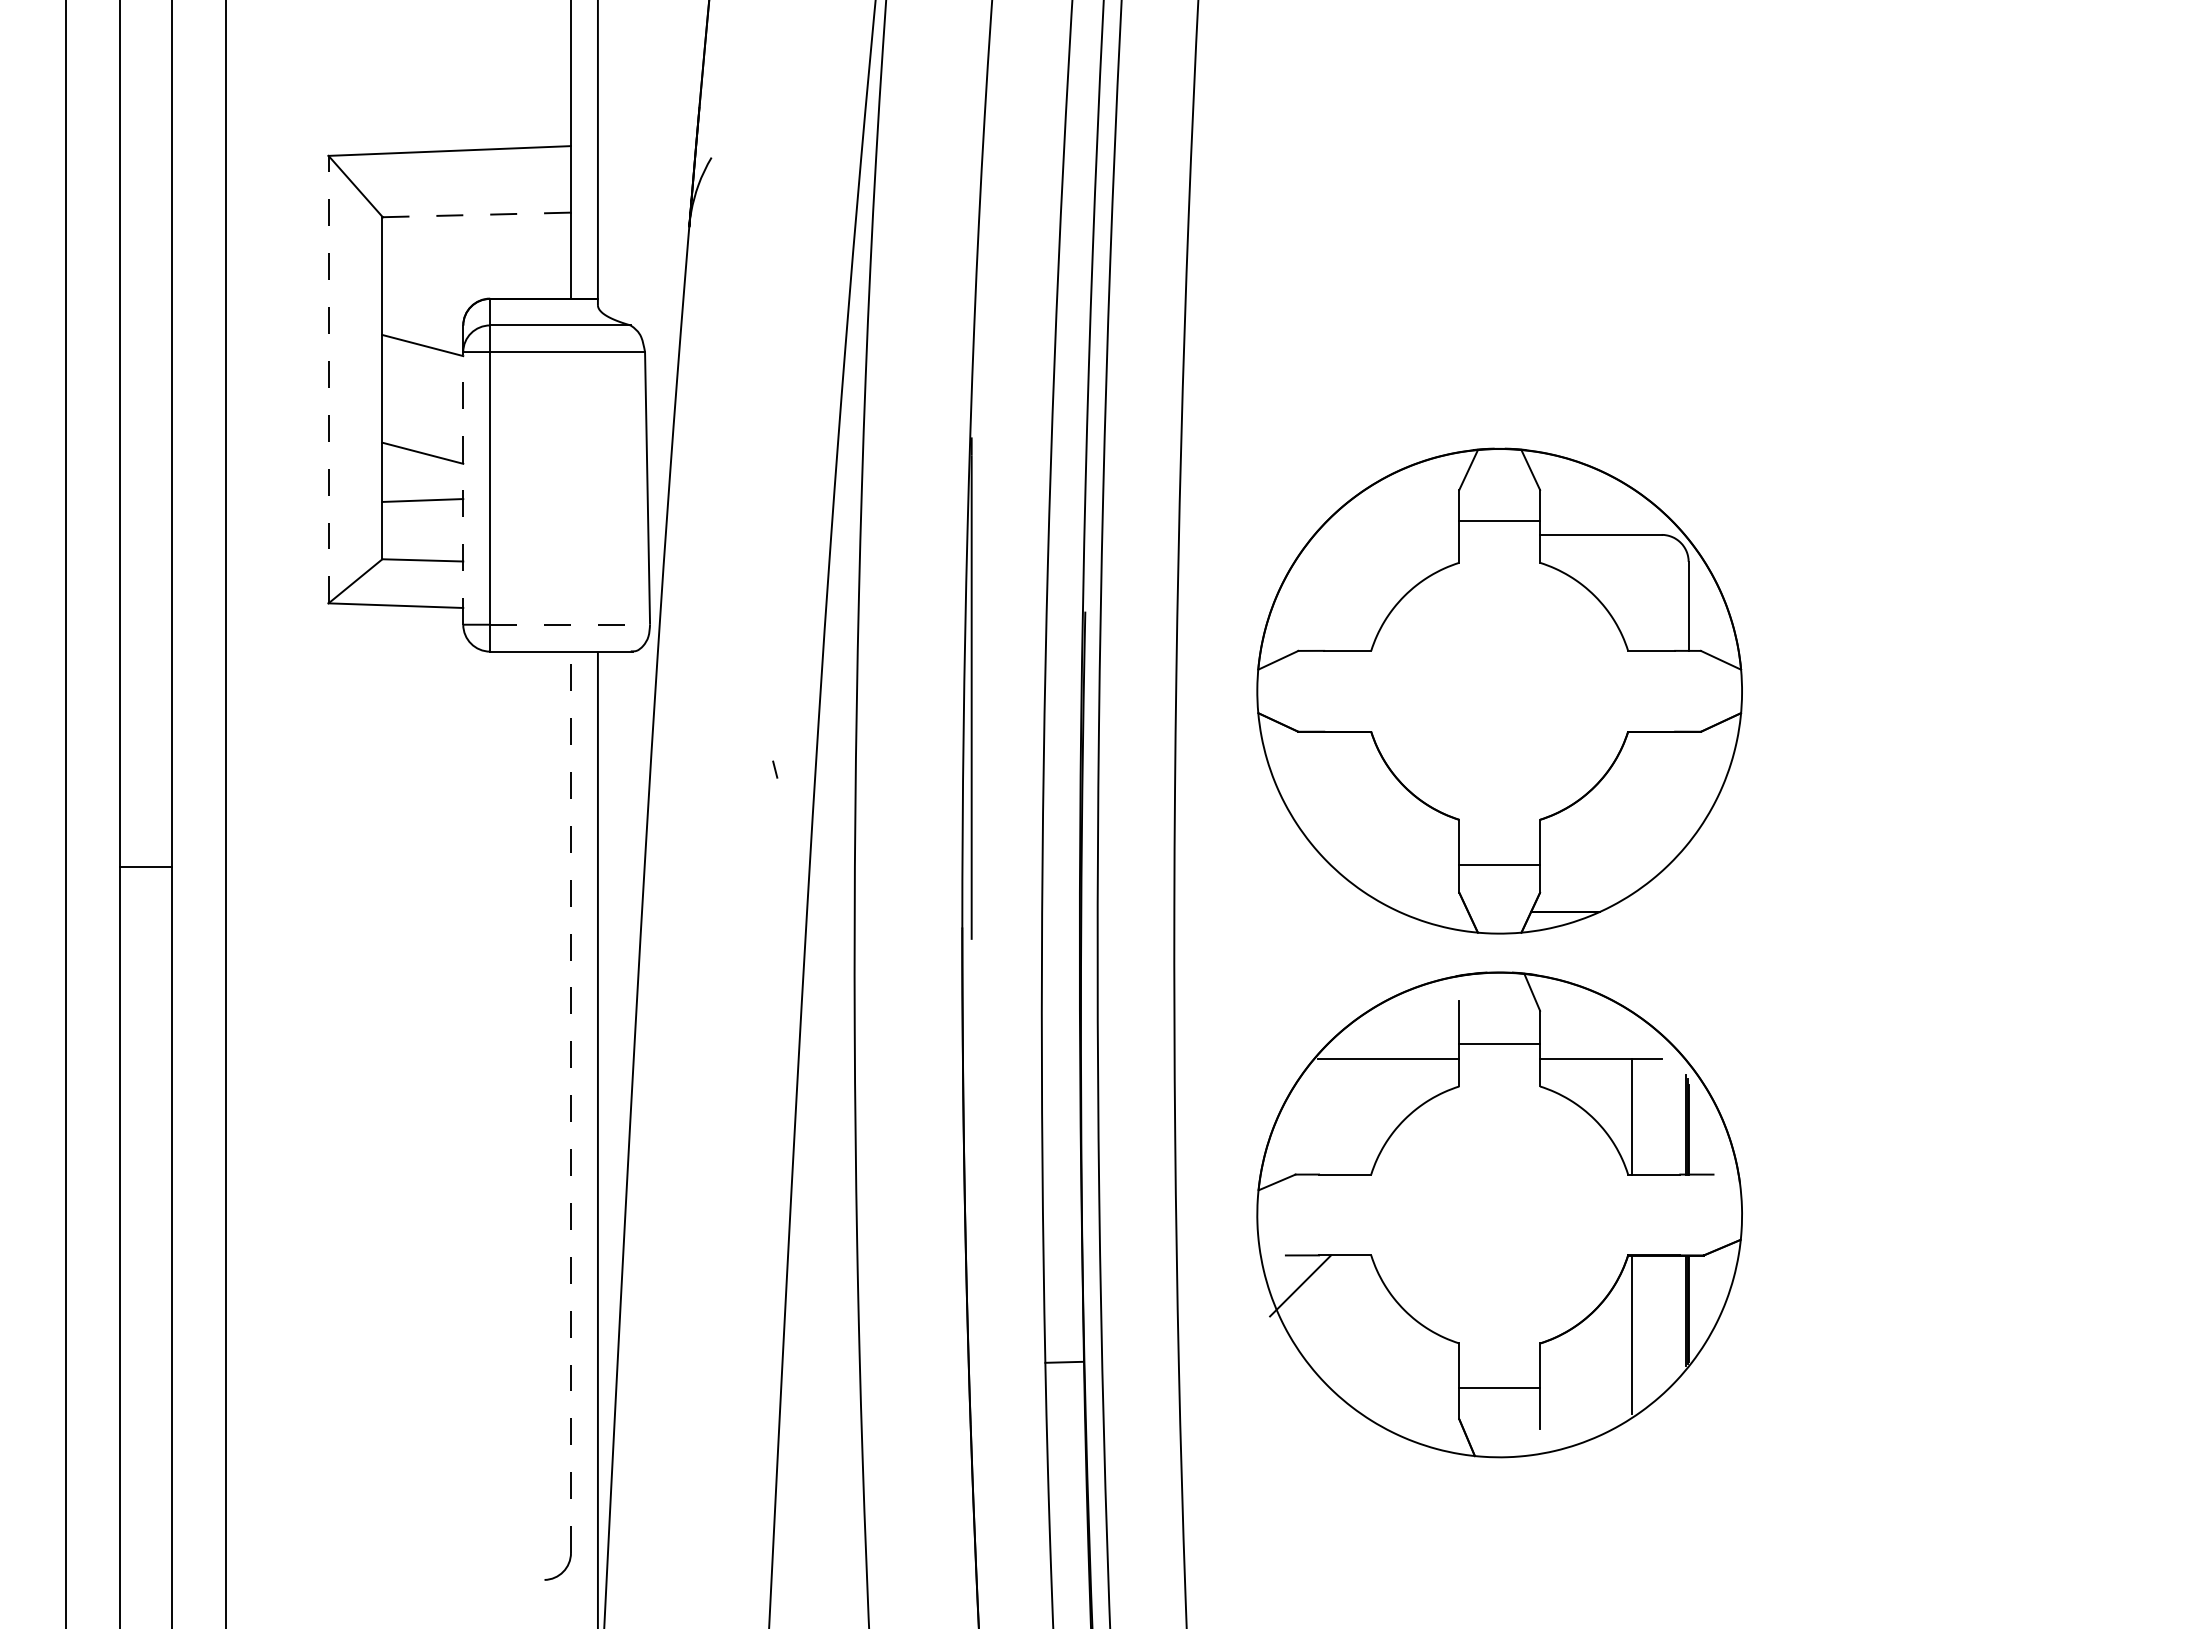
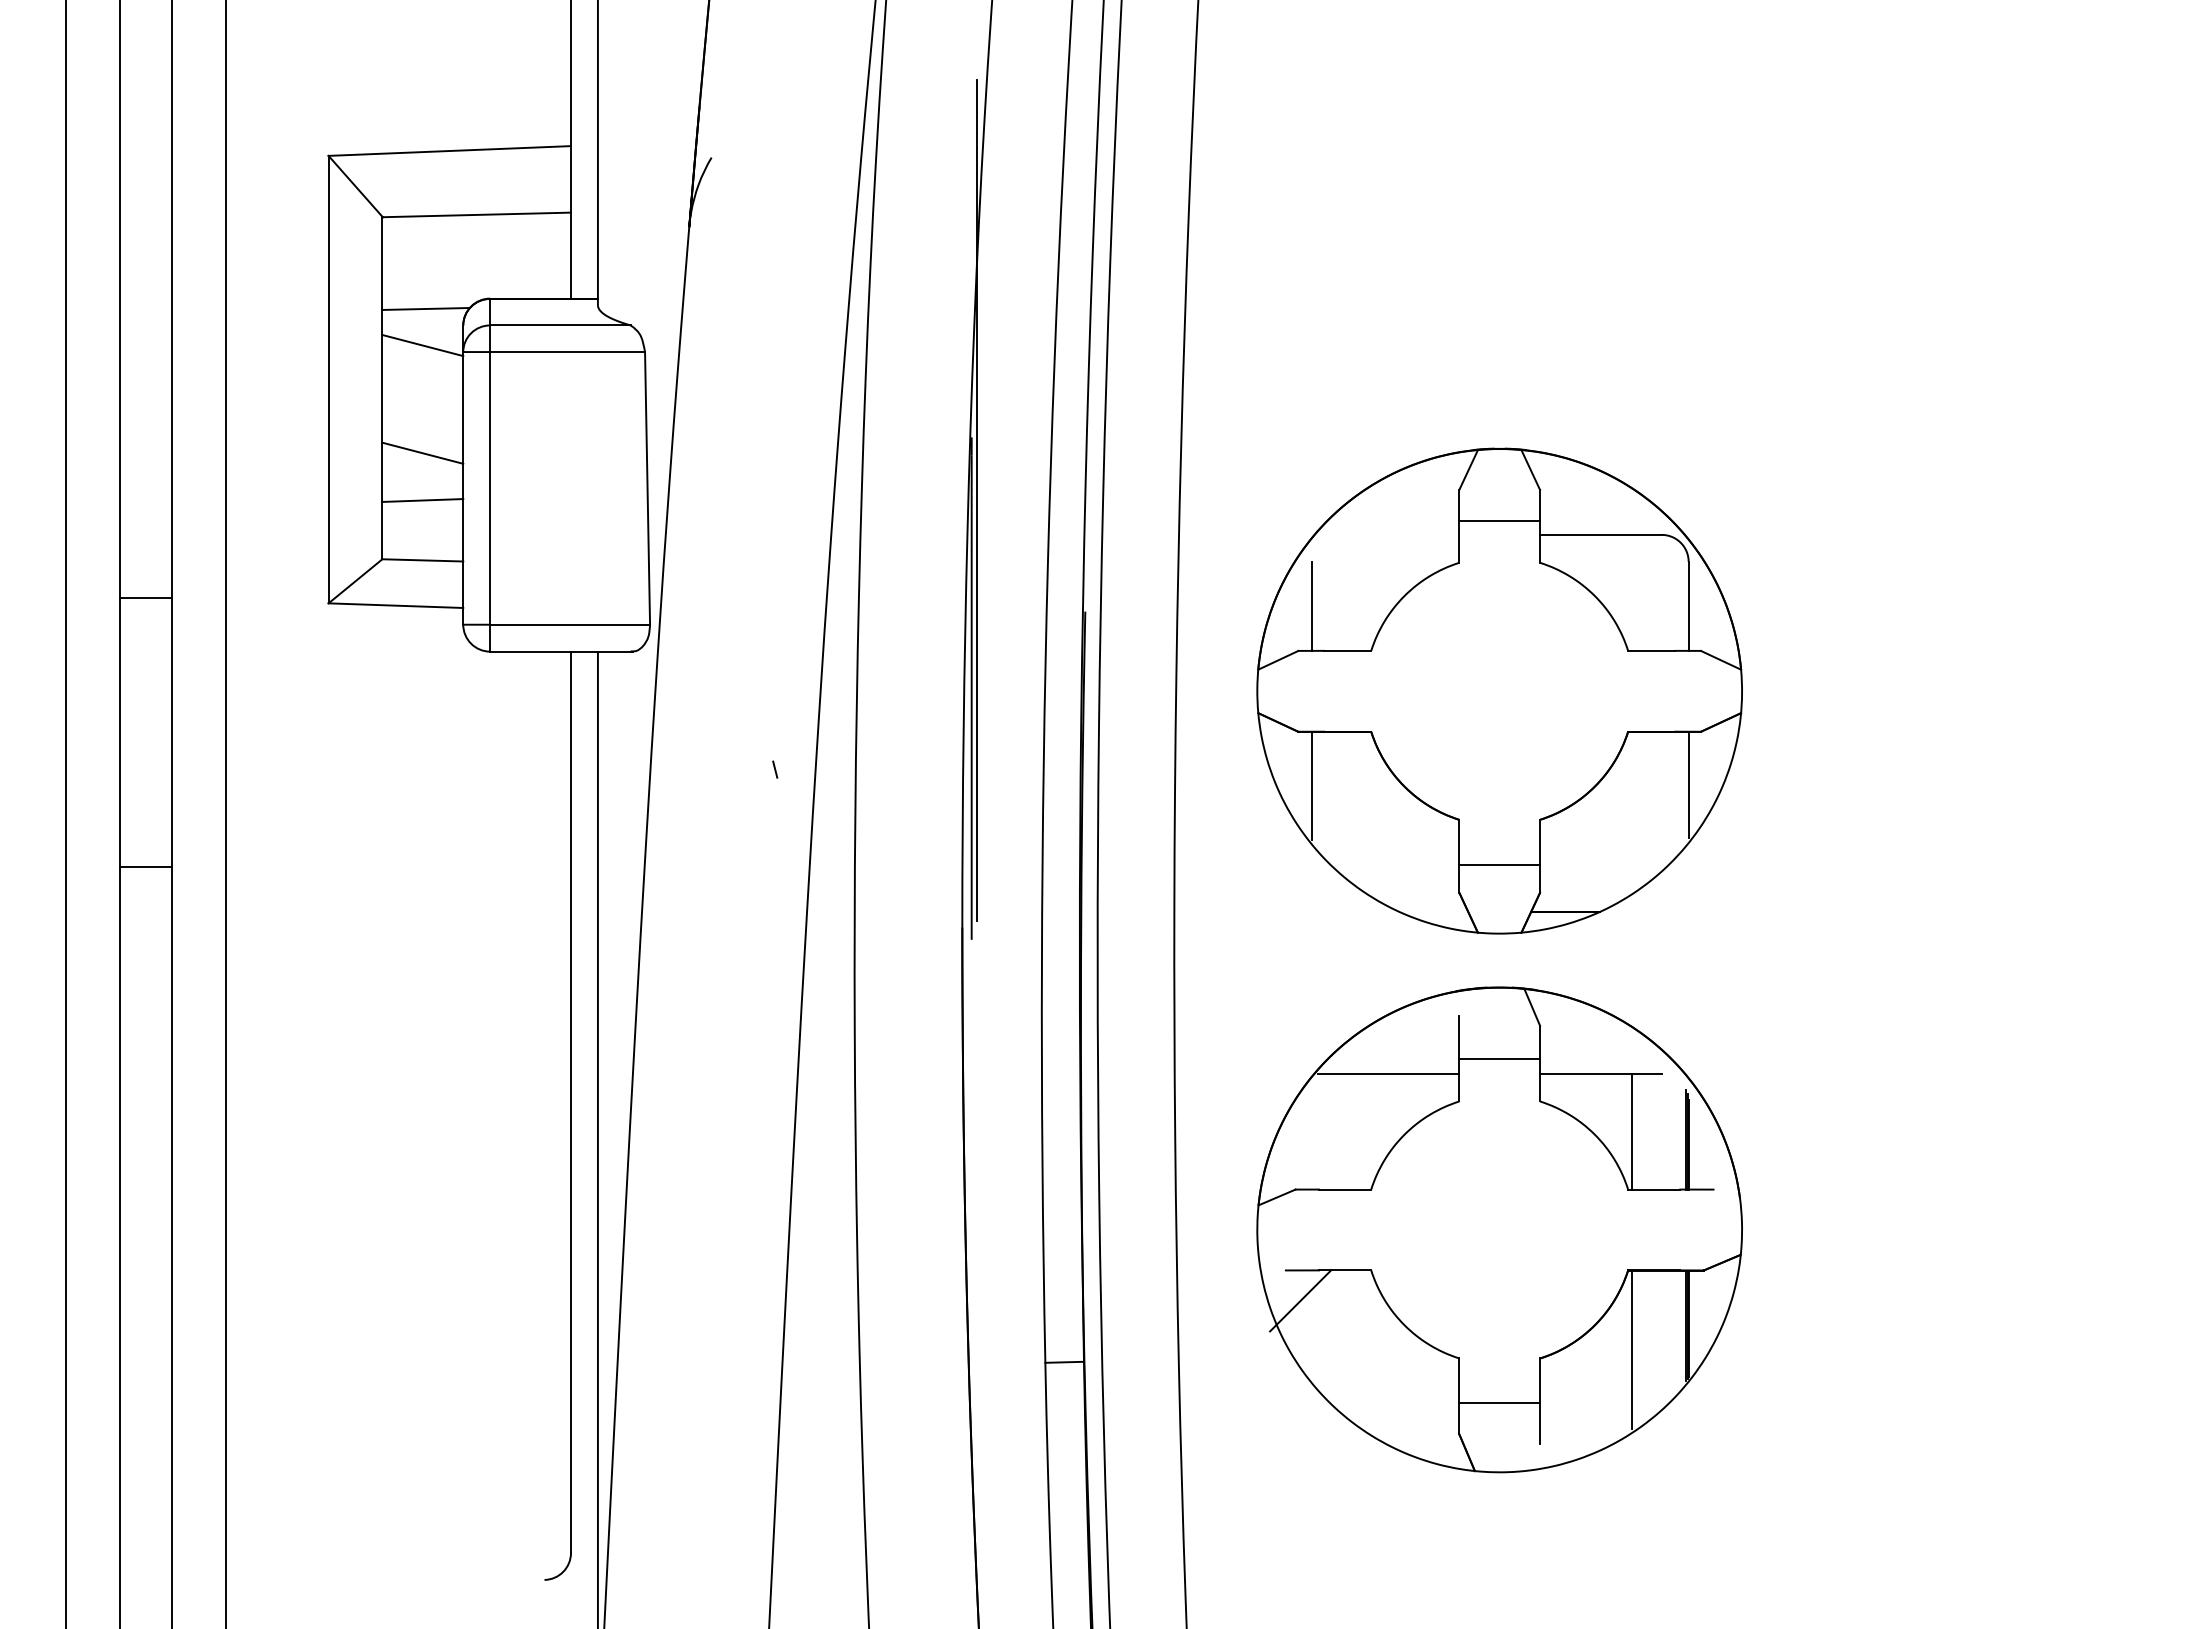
line at (476, 214): dashed -> solid
line at (425, 308): none -> present
line at (328, 379): dashed -> solid
line at (463, 487): dashed -> solid
line at (976, 500): none -> present
line at (146, 597): none -> present
line at (1311, 605): none -> present
line at (570, 624): dashed -> solid
line at (1688, 784): none -> present
line at (1311, 785): none -> present
line at (570, 1102): dashed -> solid
part at (1499, 1214) position: (1499, 1214) -> (1499, 1229)
